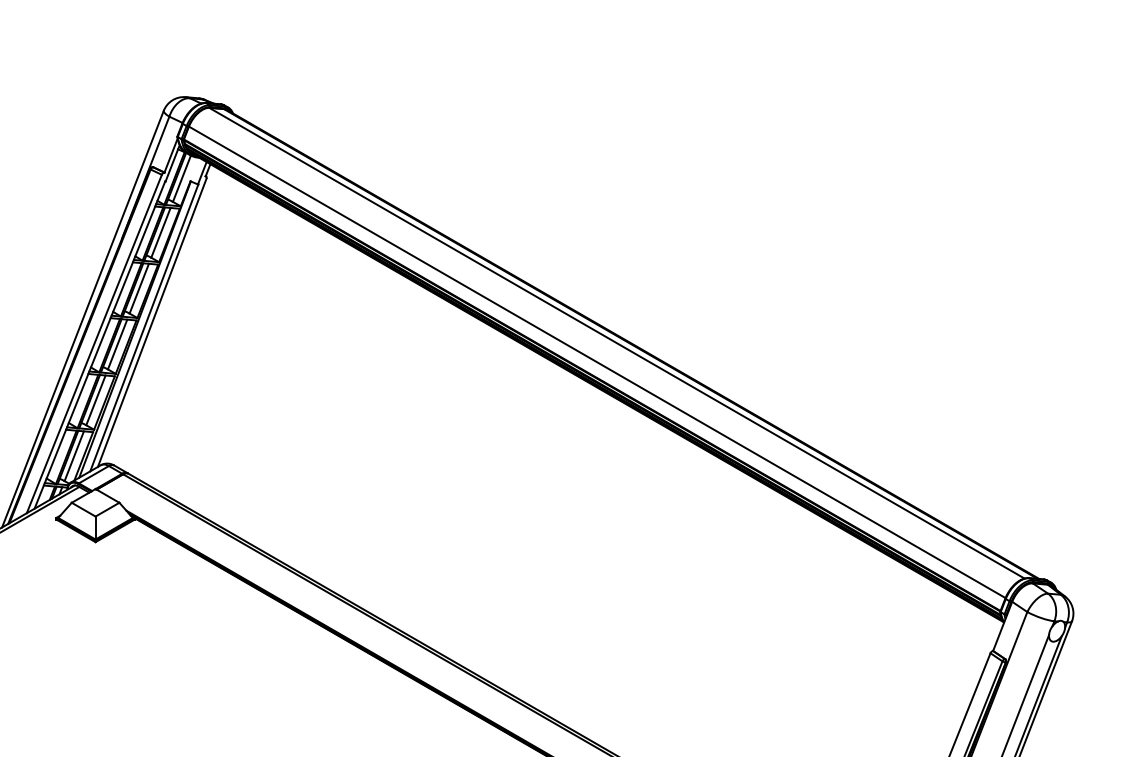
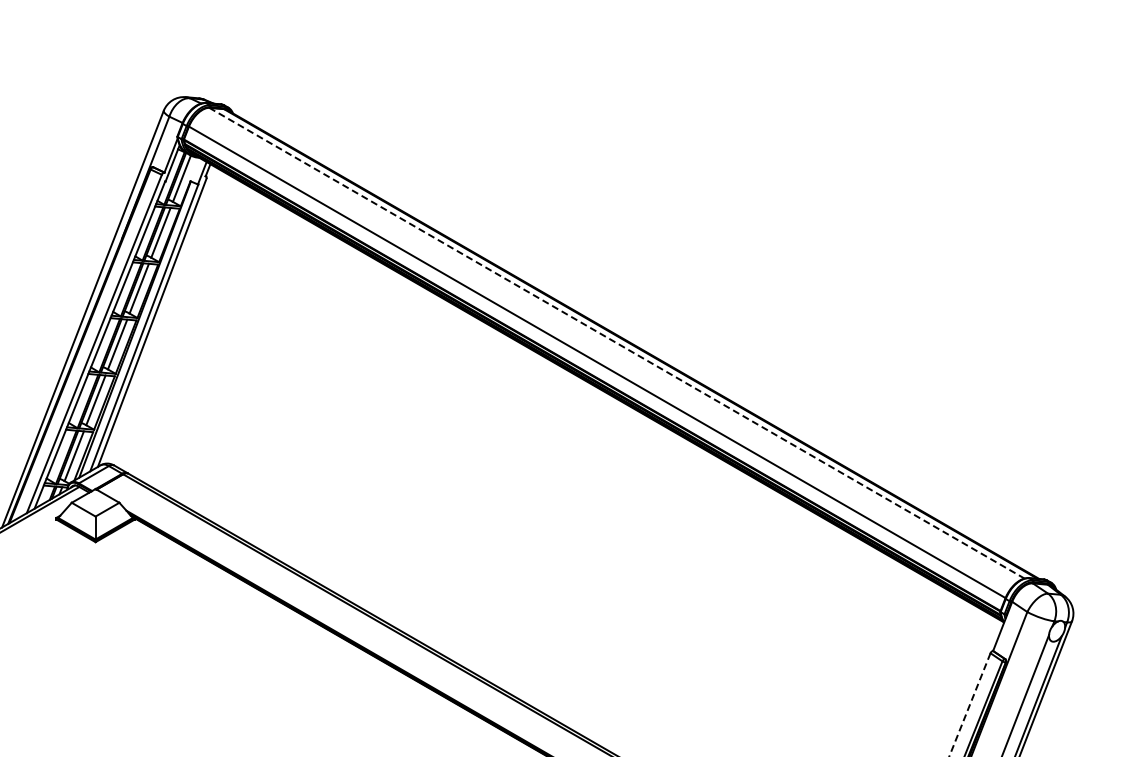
line at (616, 343): solid -> dashed
line at (969, 705): solid -> dashed
